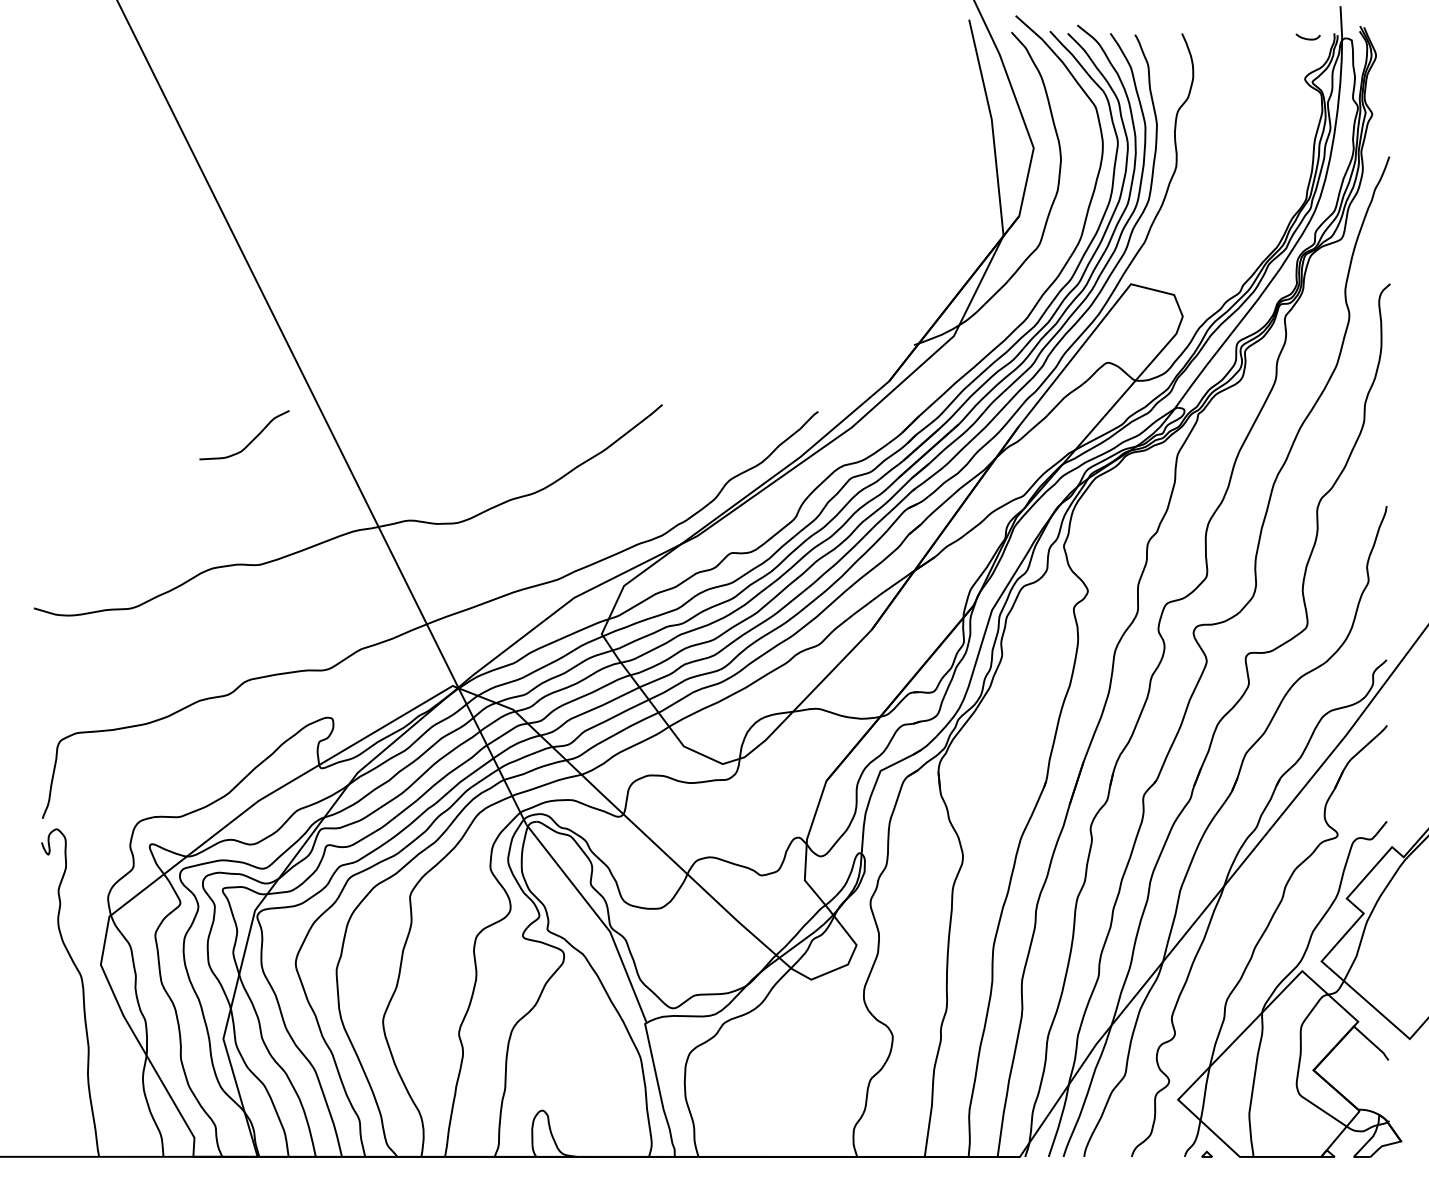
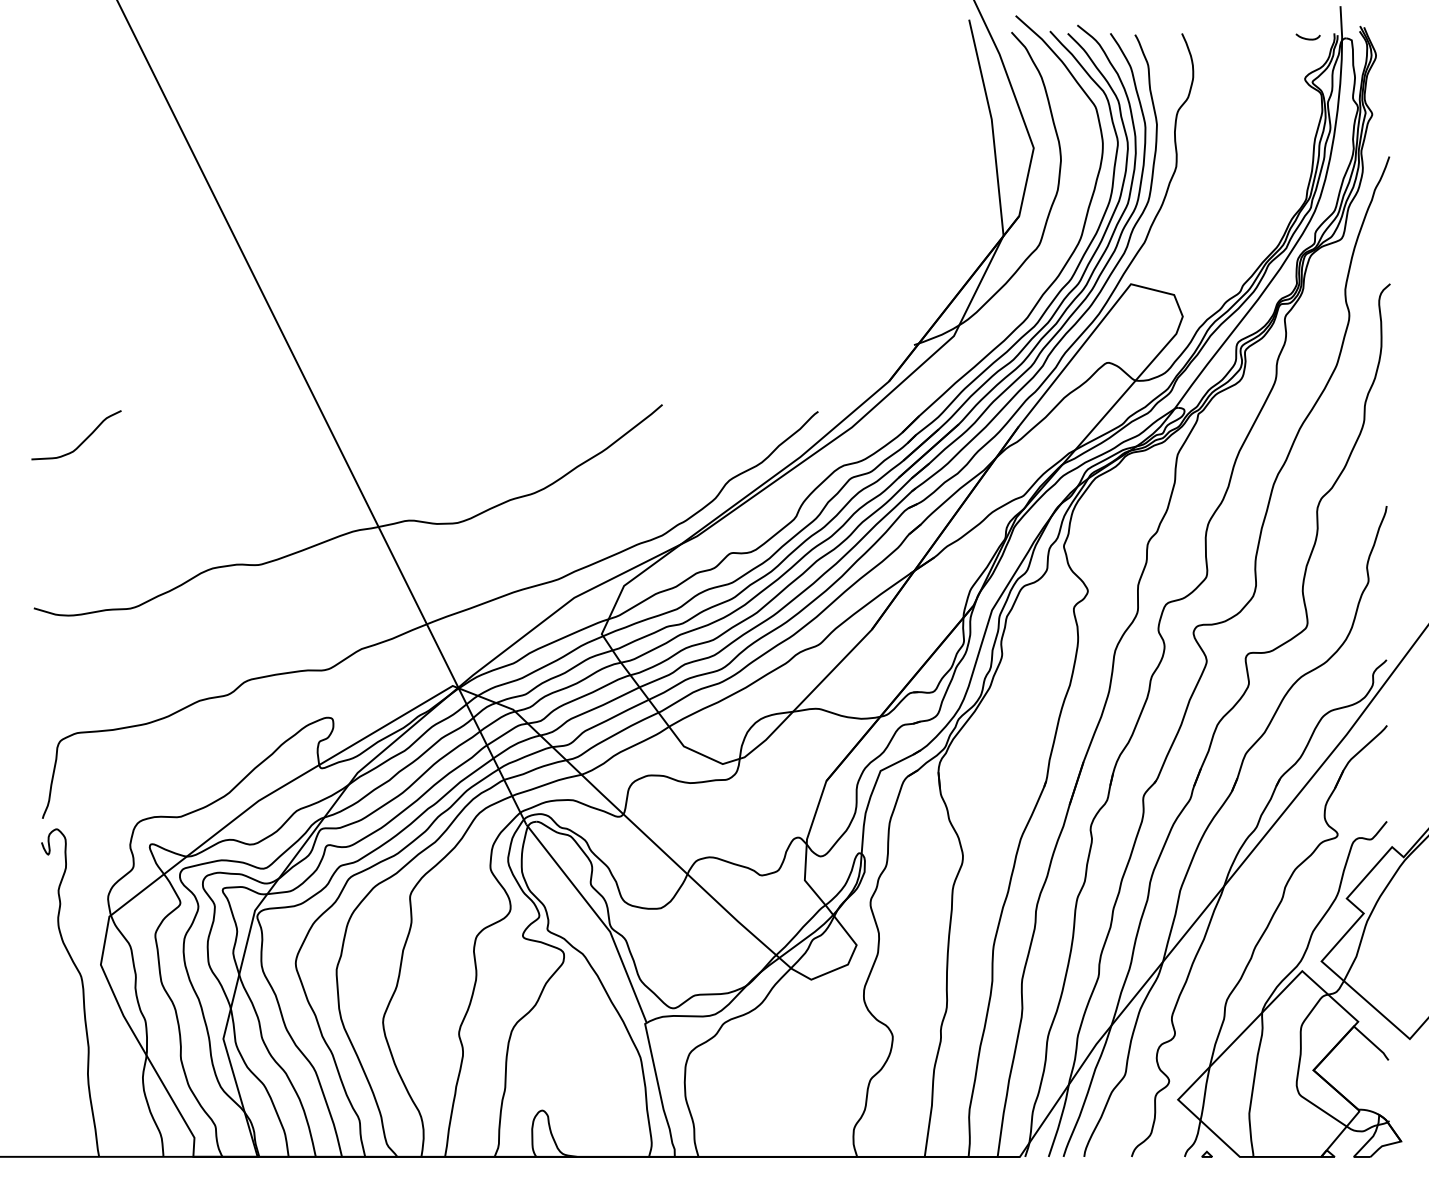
curve at (250, 441) position: (250, 441) -> (82, 441)
